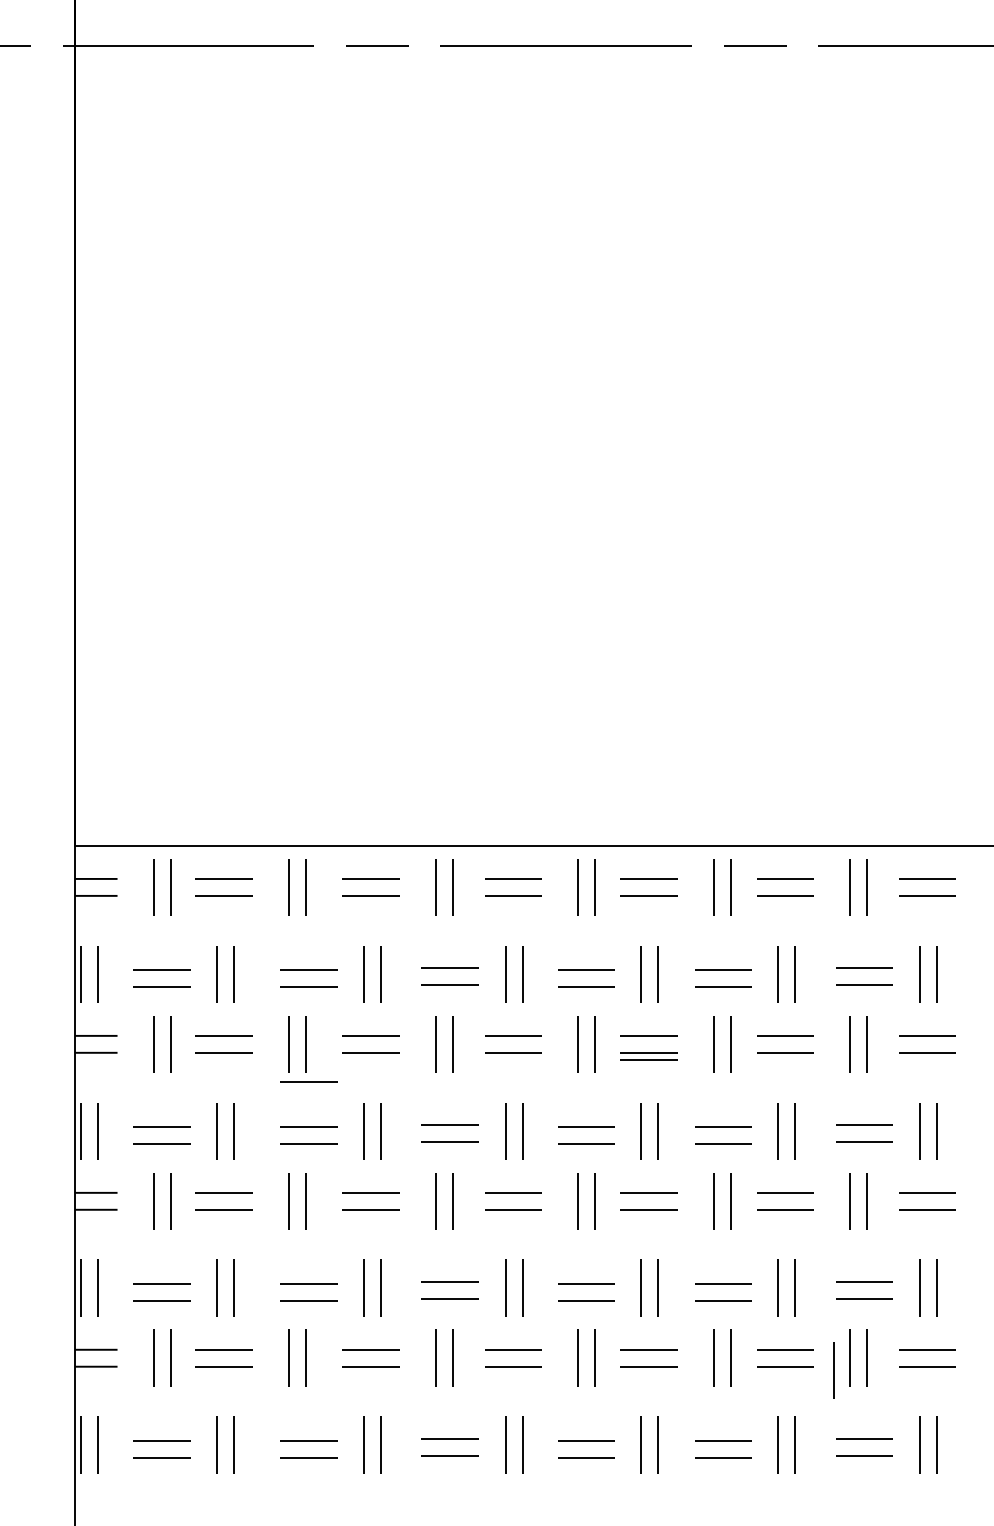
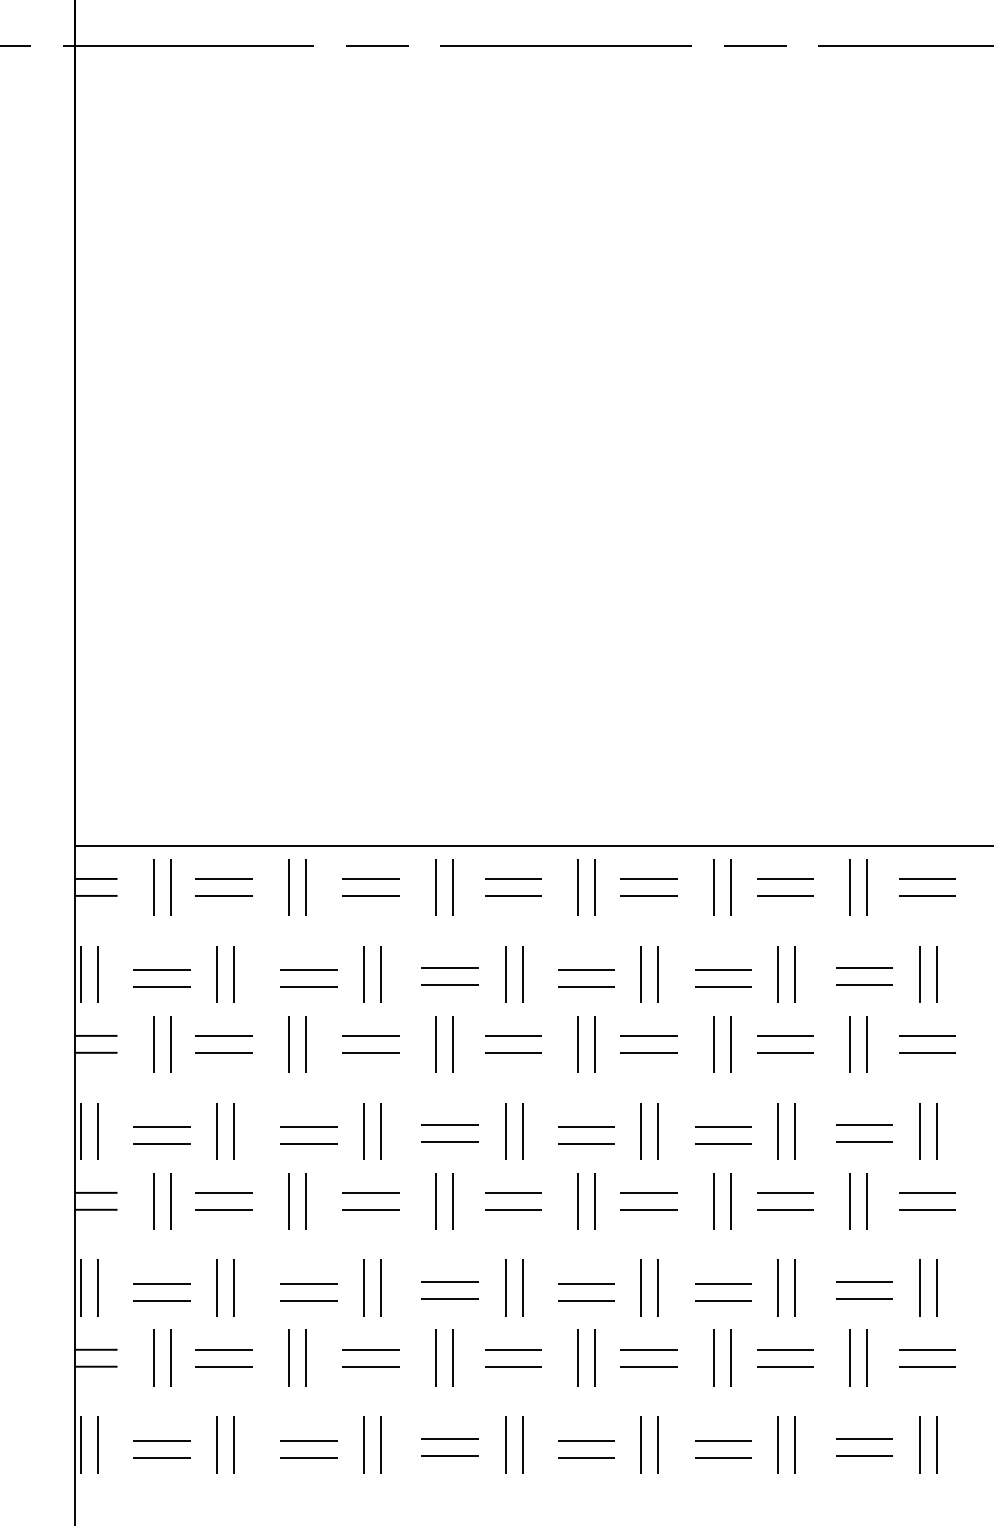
line at (648, 1059): present -> none
line at (308, 1081): present -> none
line at (833, 1370): present -> none
